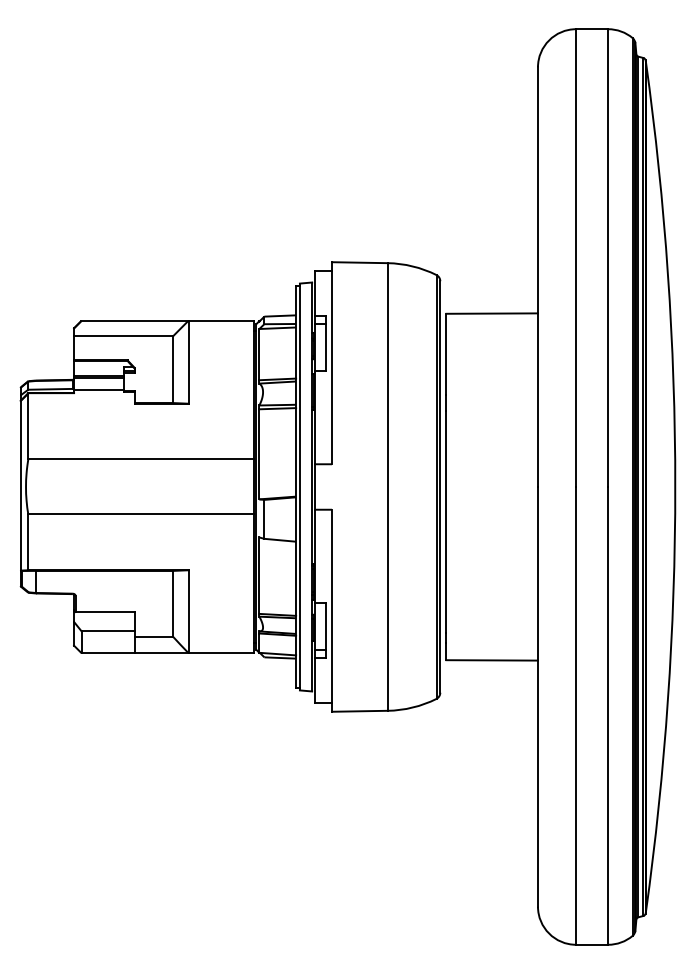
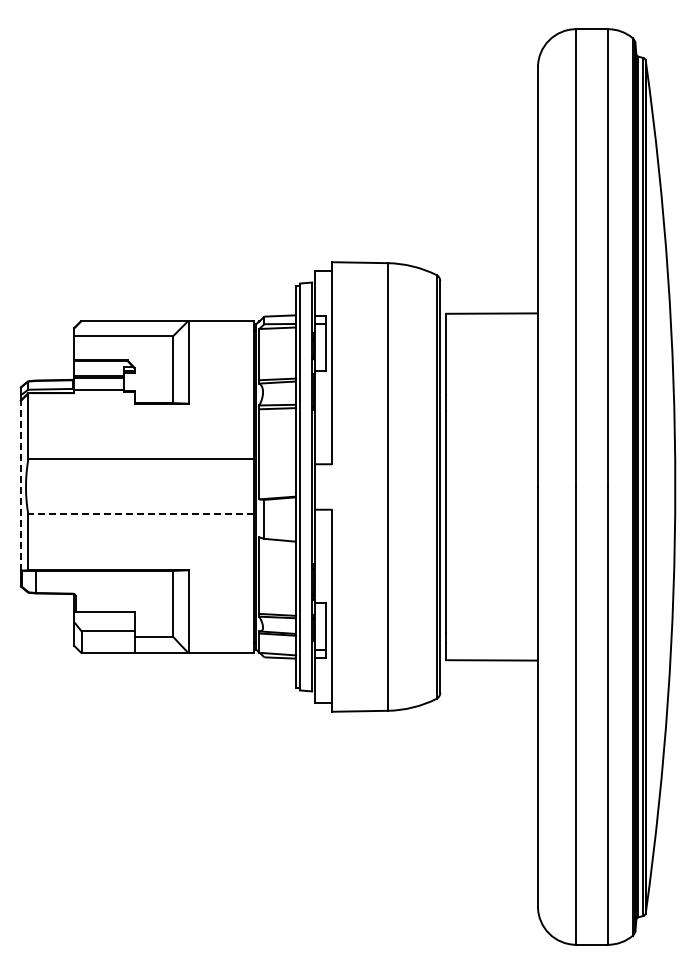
line at (20, 485): solid -> dashed
line at (141, 514): solid -> dashed
